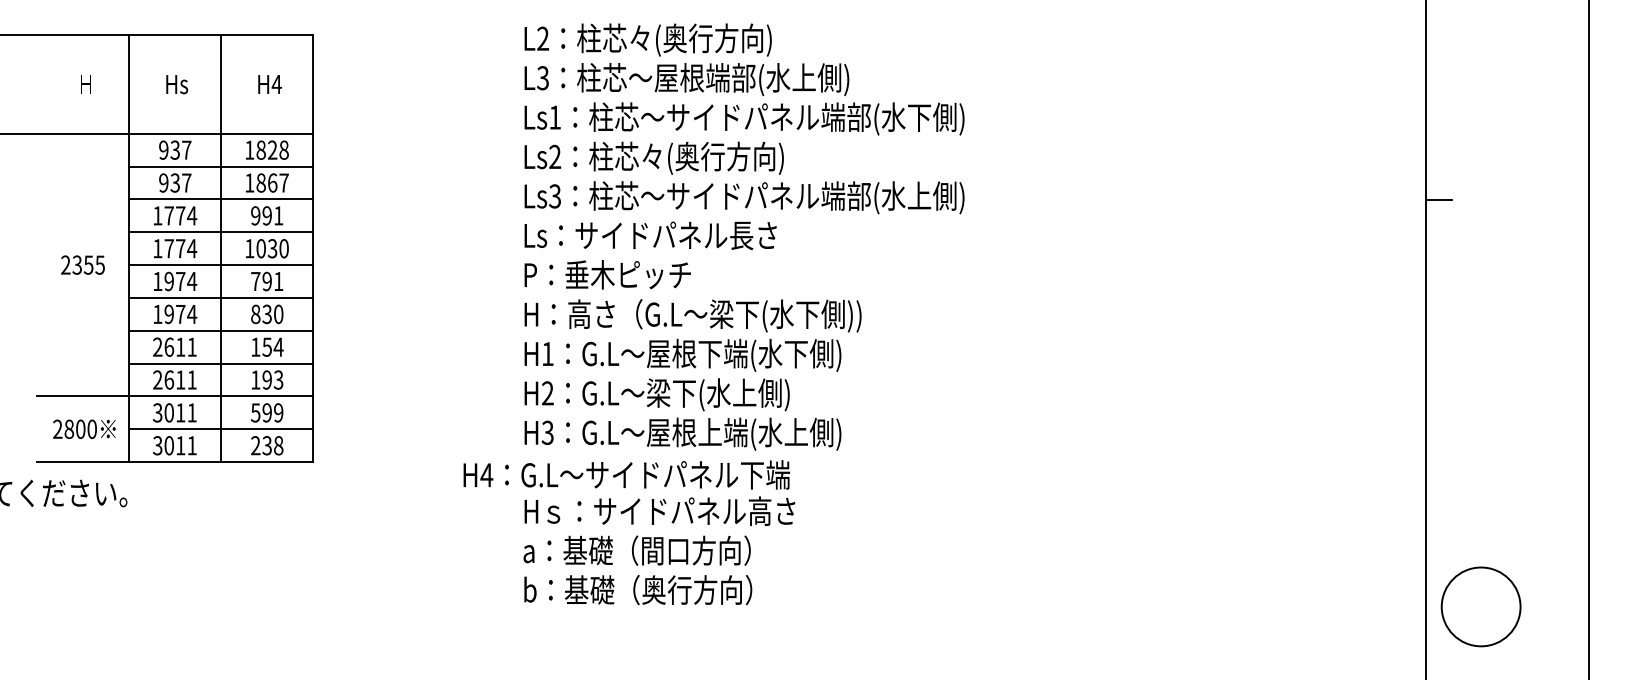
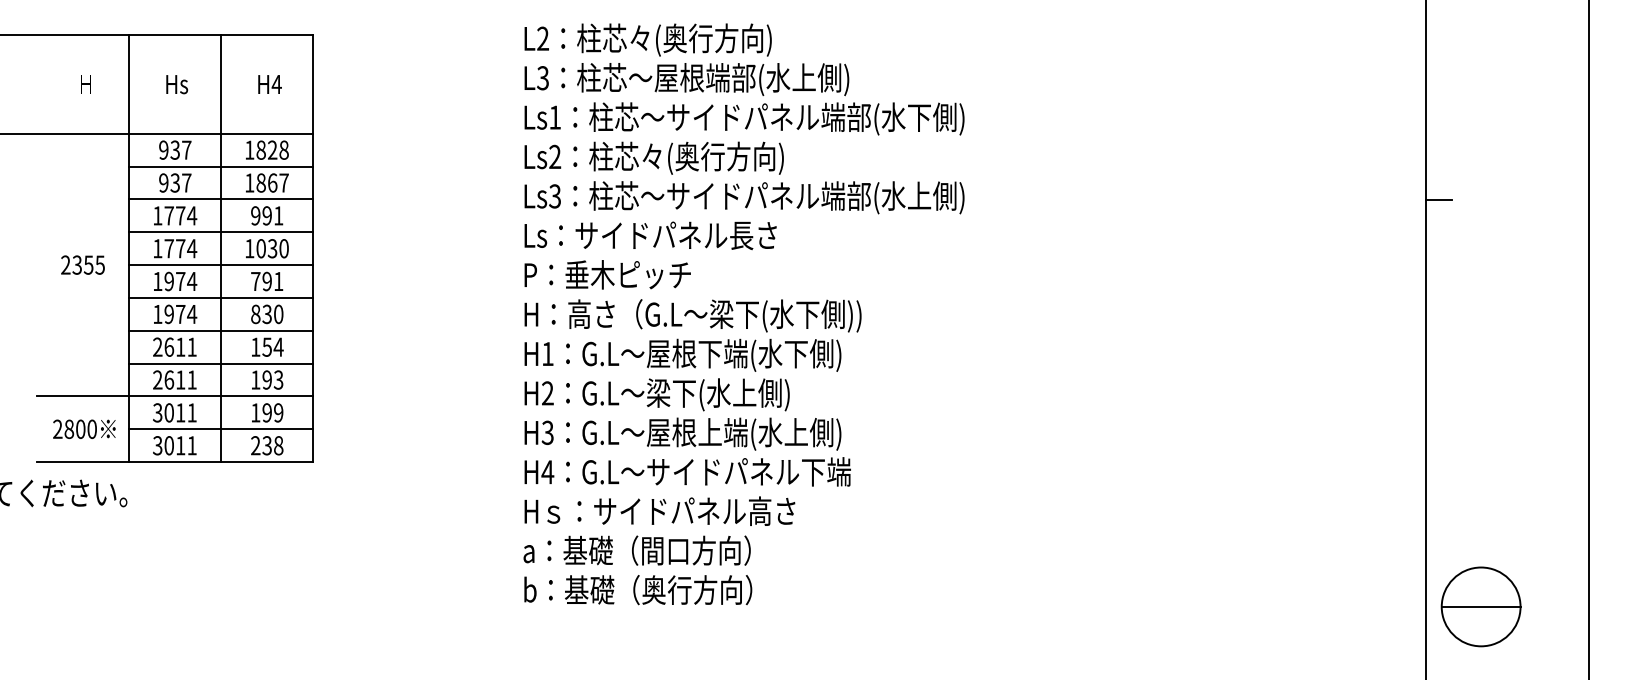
text at (255, 412): 599 -> 199
text at (626, 474) position: (626, 474) -> (687, 471)
line at (1480, 606): none -> present
